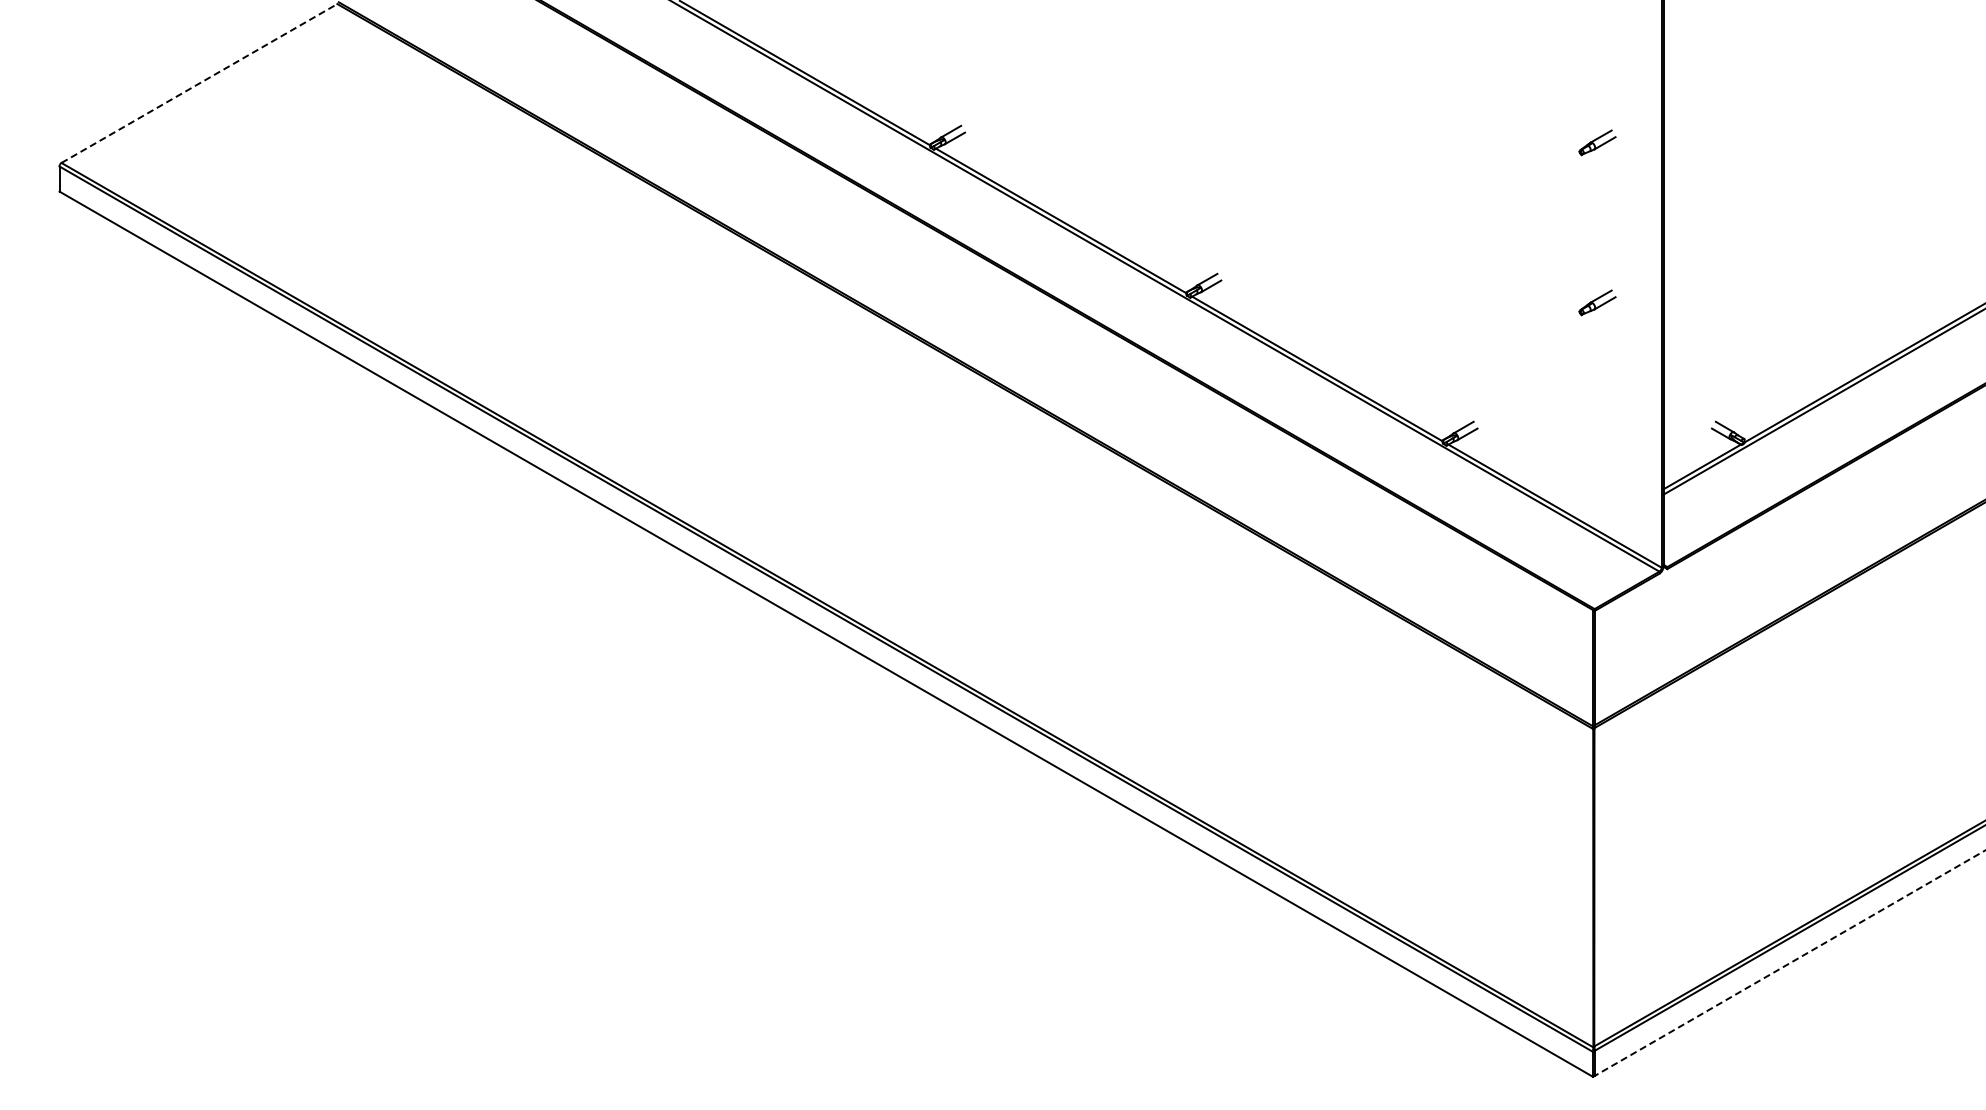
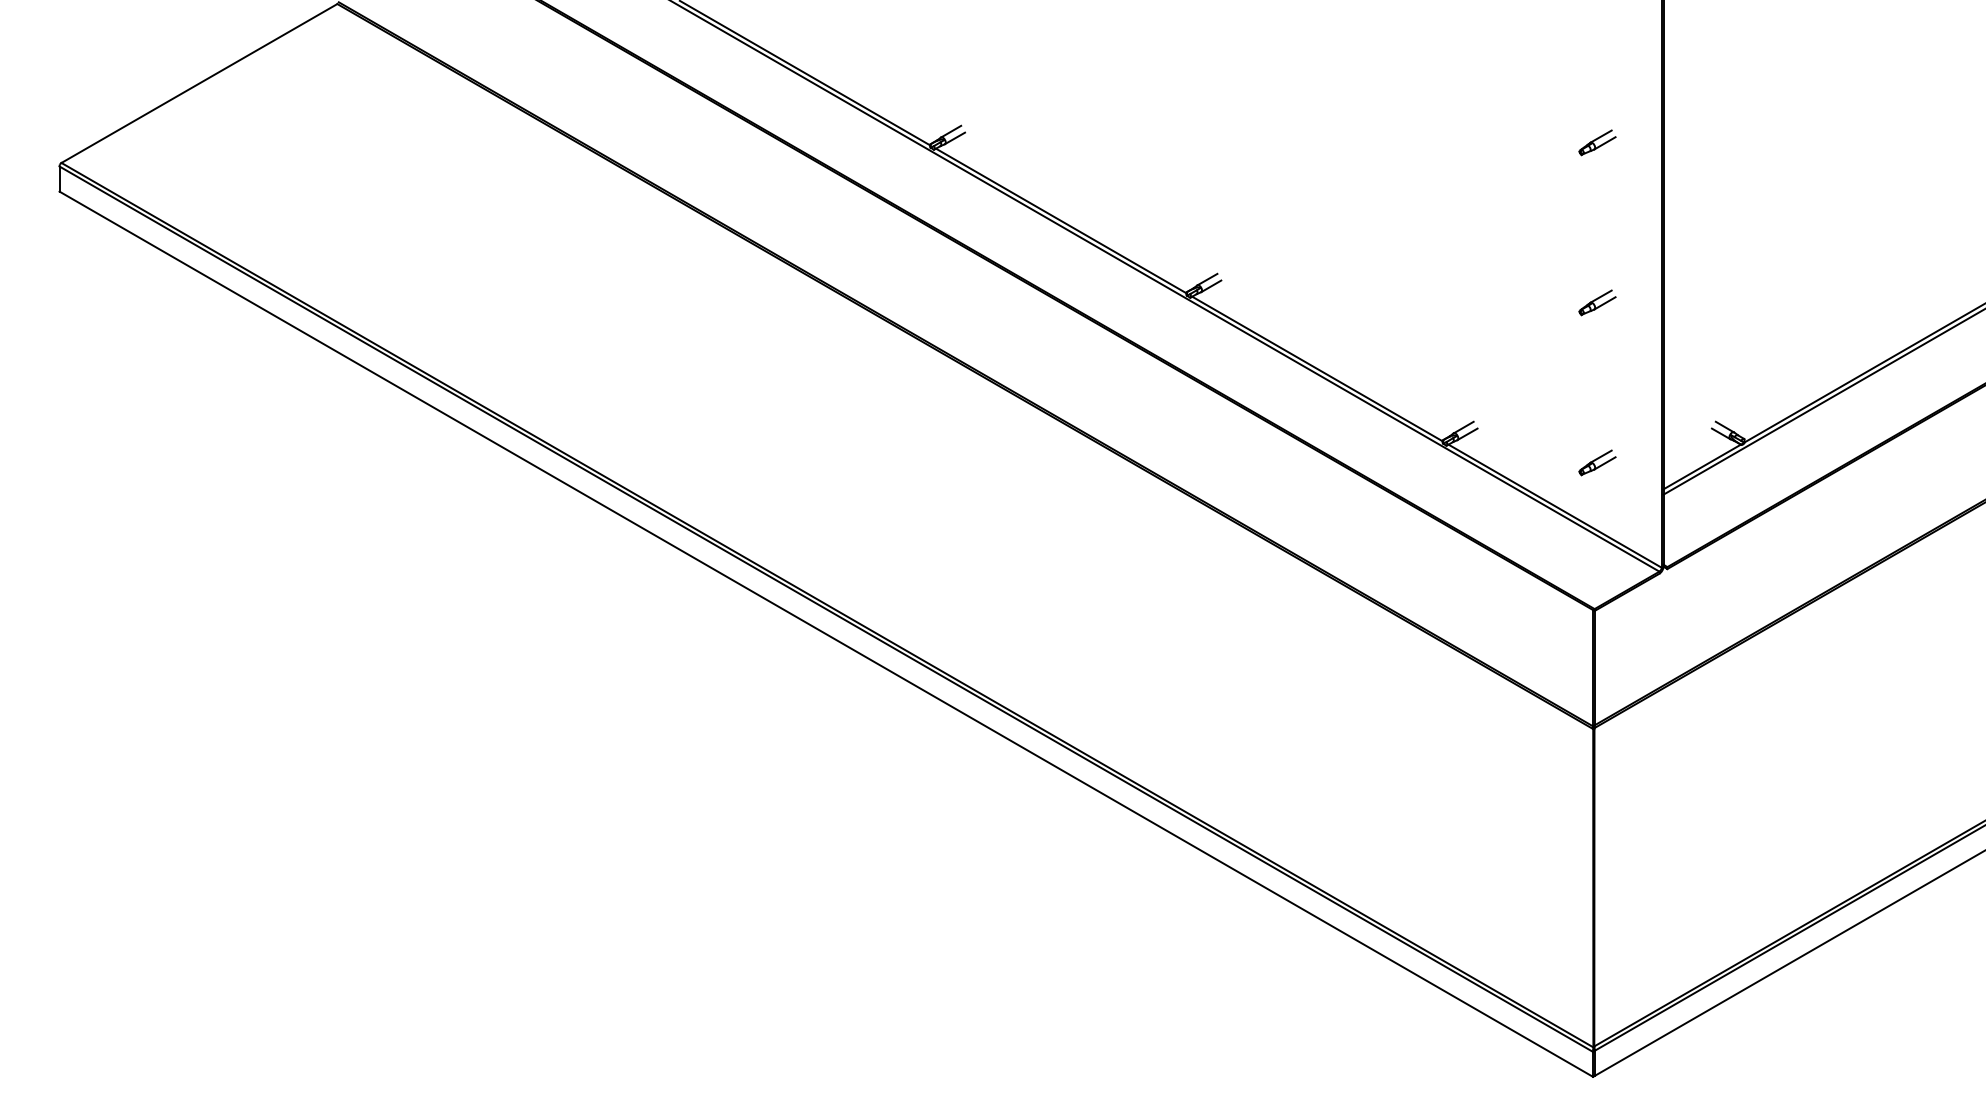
line at (199, 83): dashed -> solid
part at (1597, 462): none -> present
line at (1789, 963): dashed -> solid
